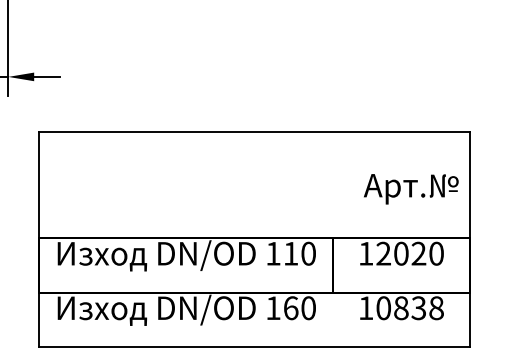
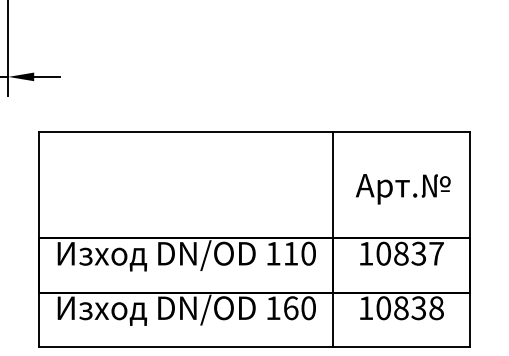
text at (411, 189) position: (411, 189) -> (403, 189)
line at (332, 239): none -> present
text at (409, 253): 12020 -> 10837
